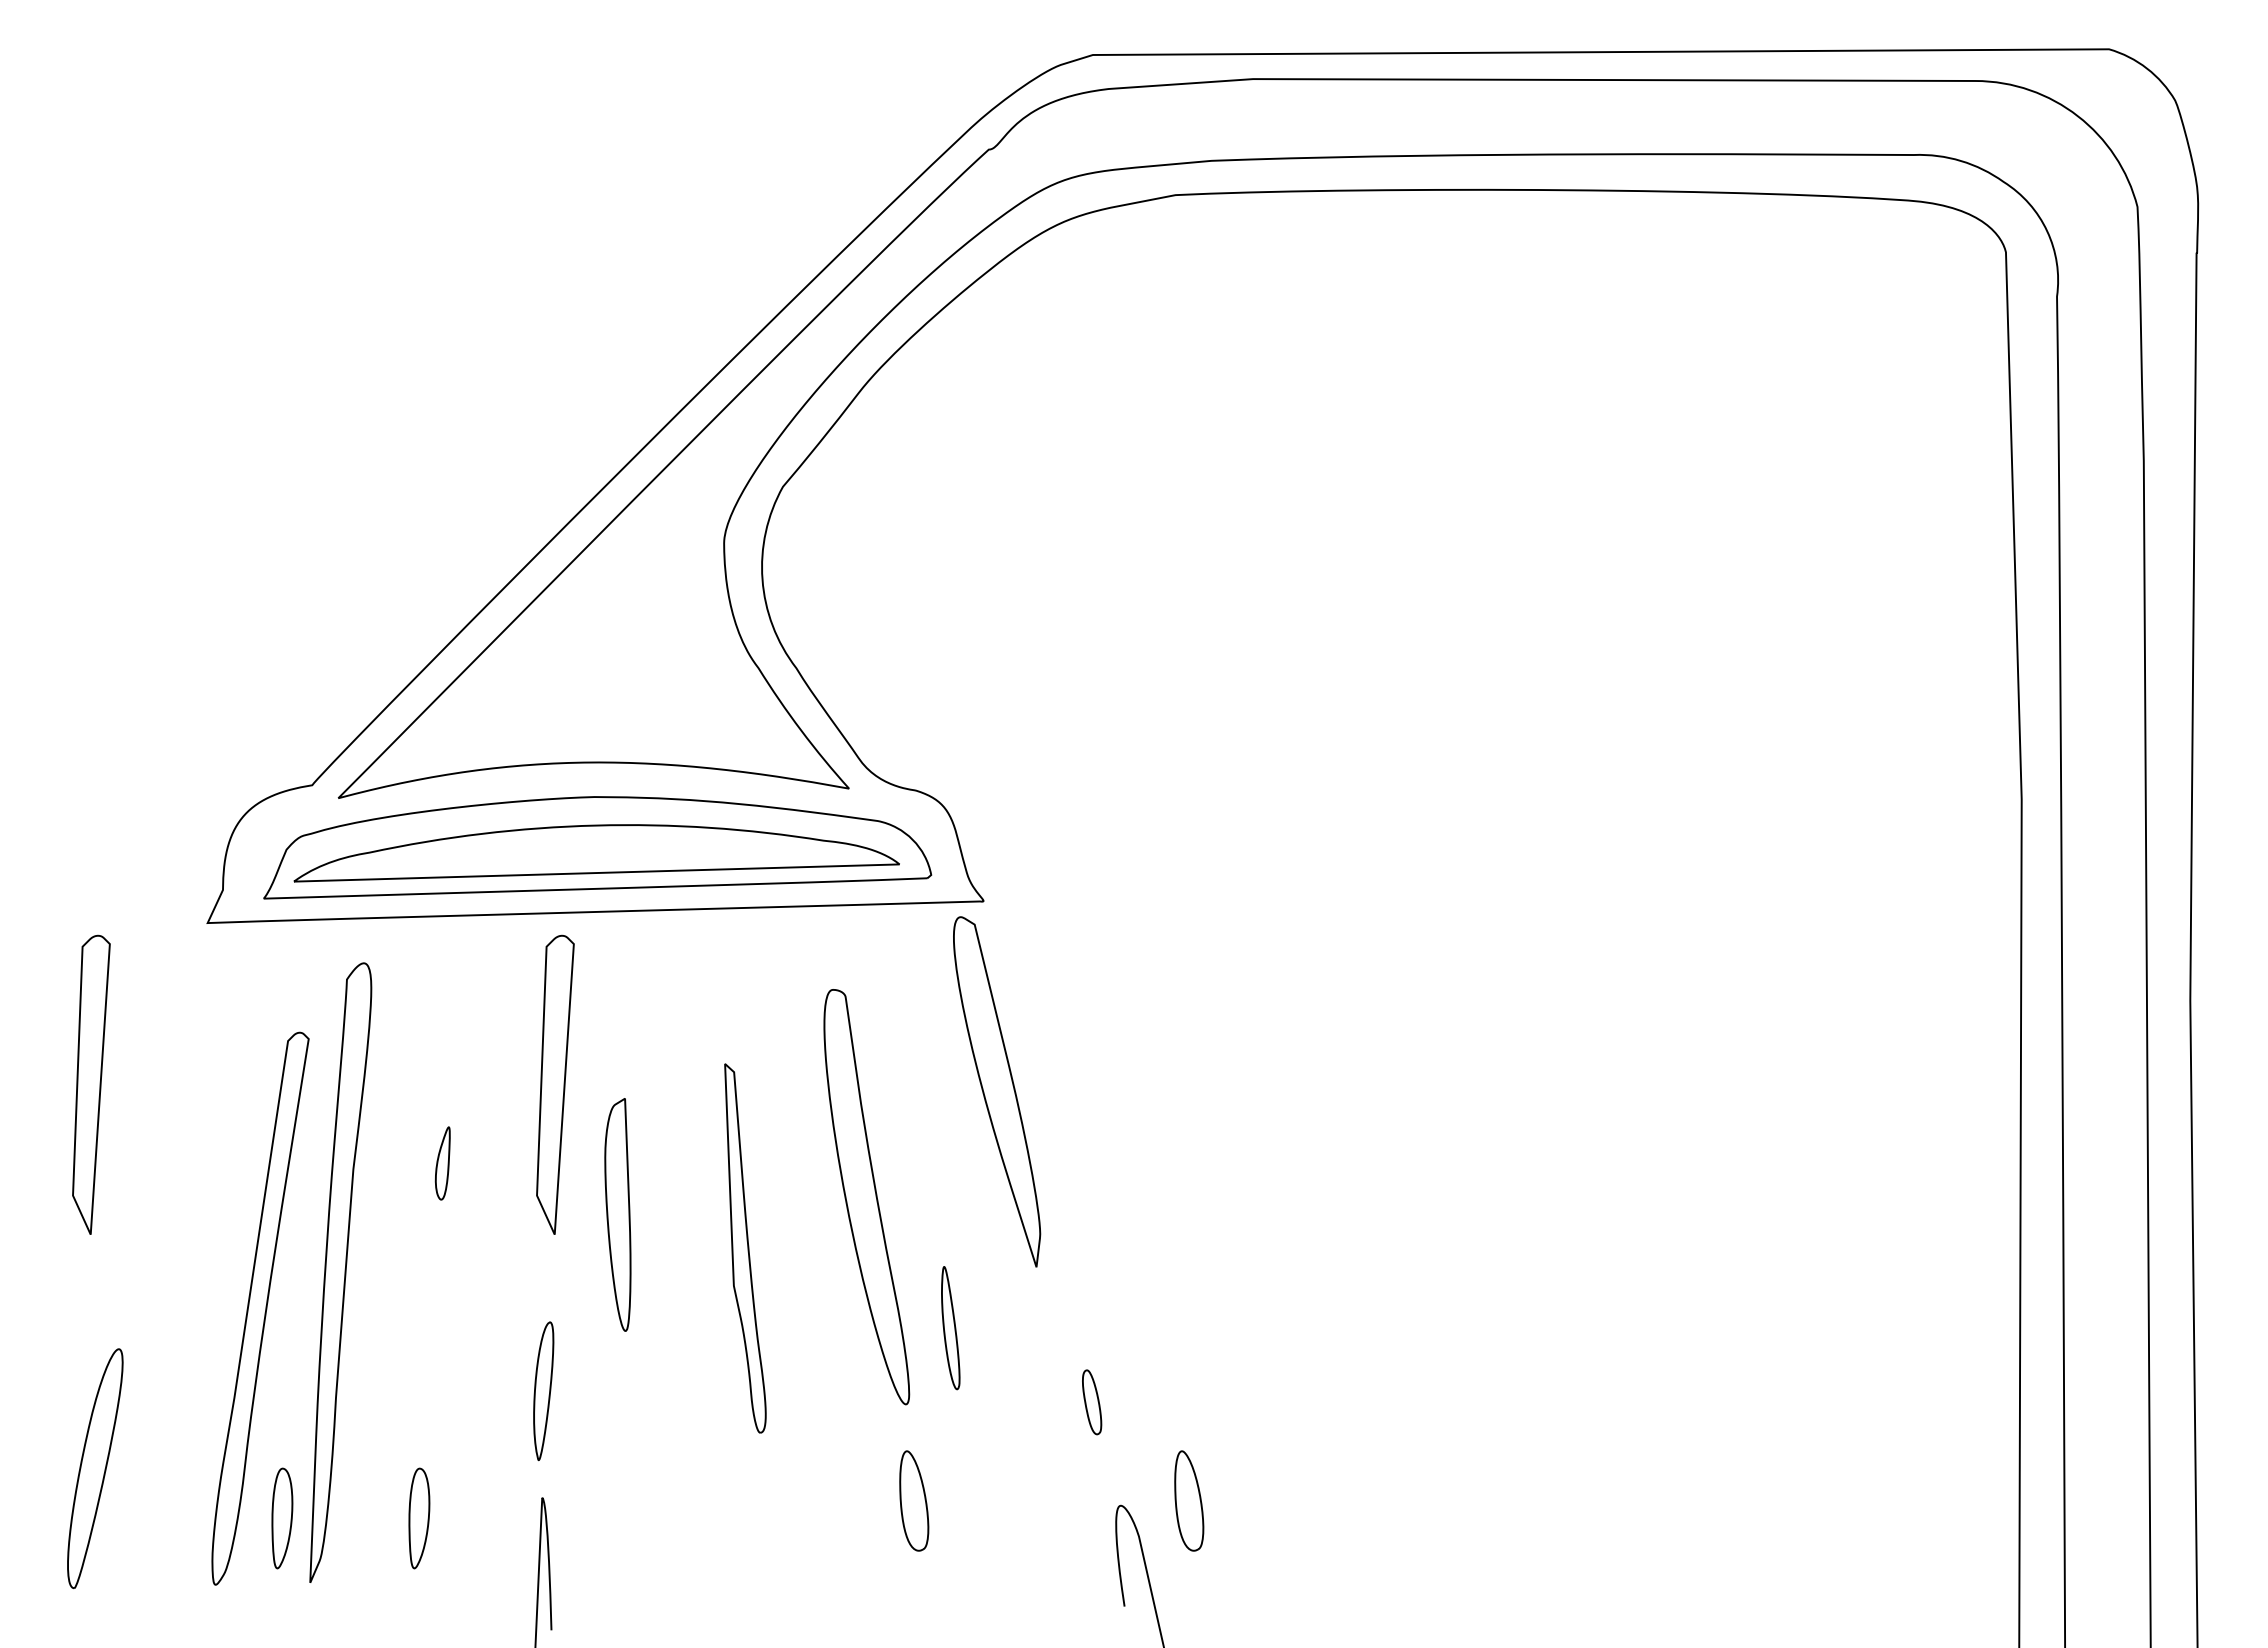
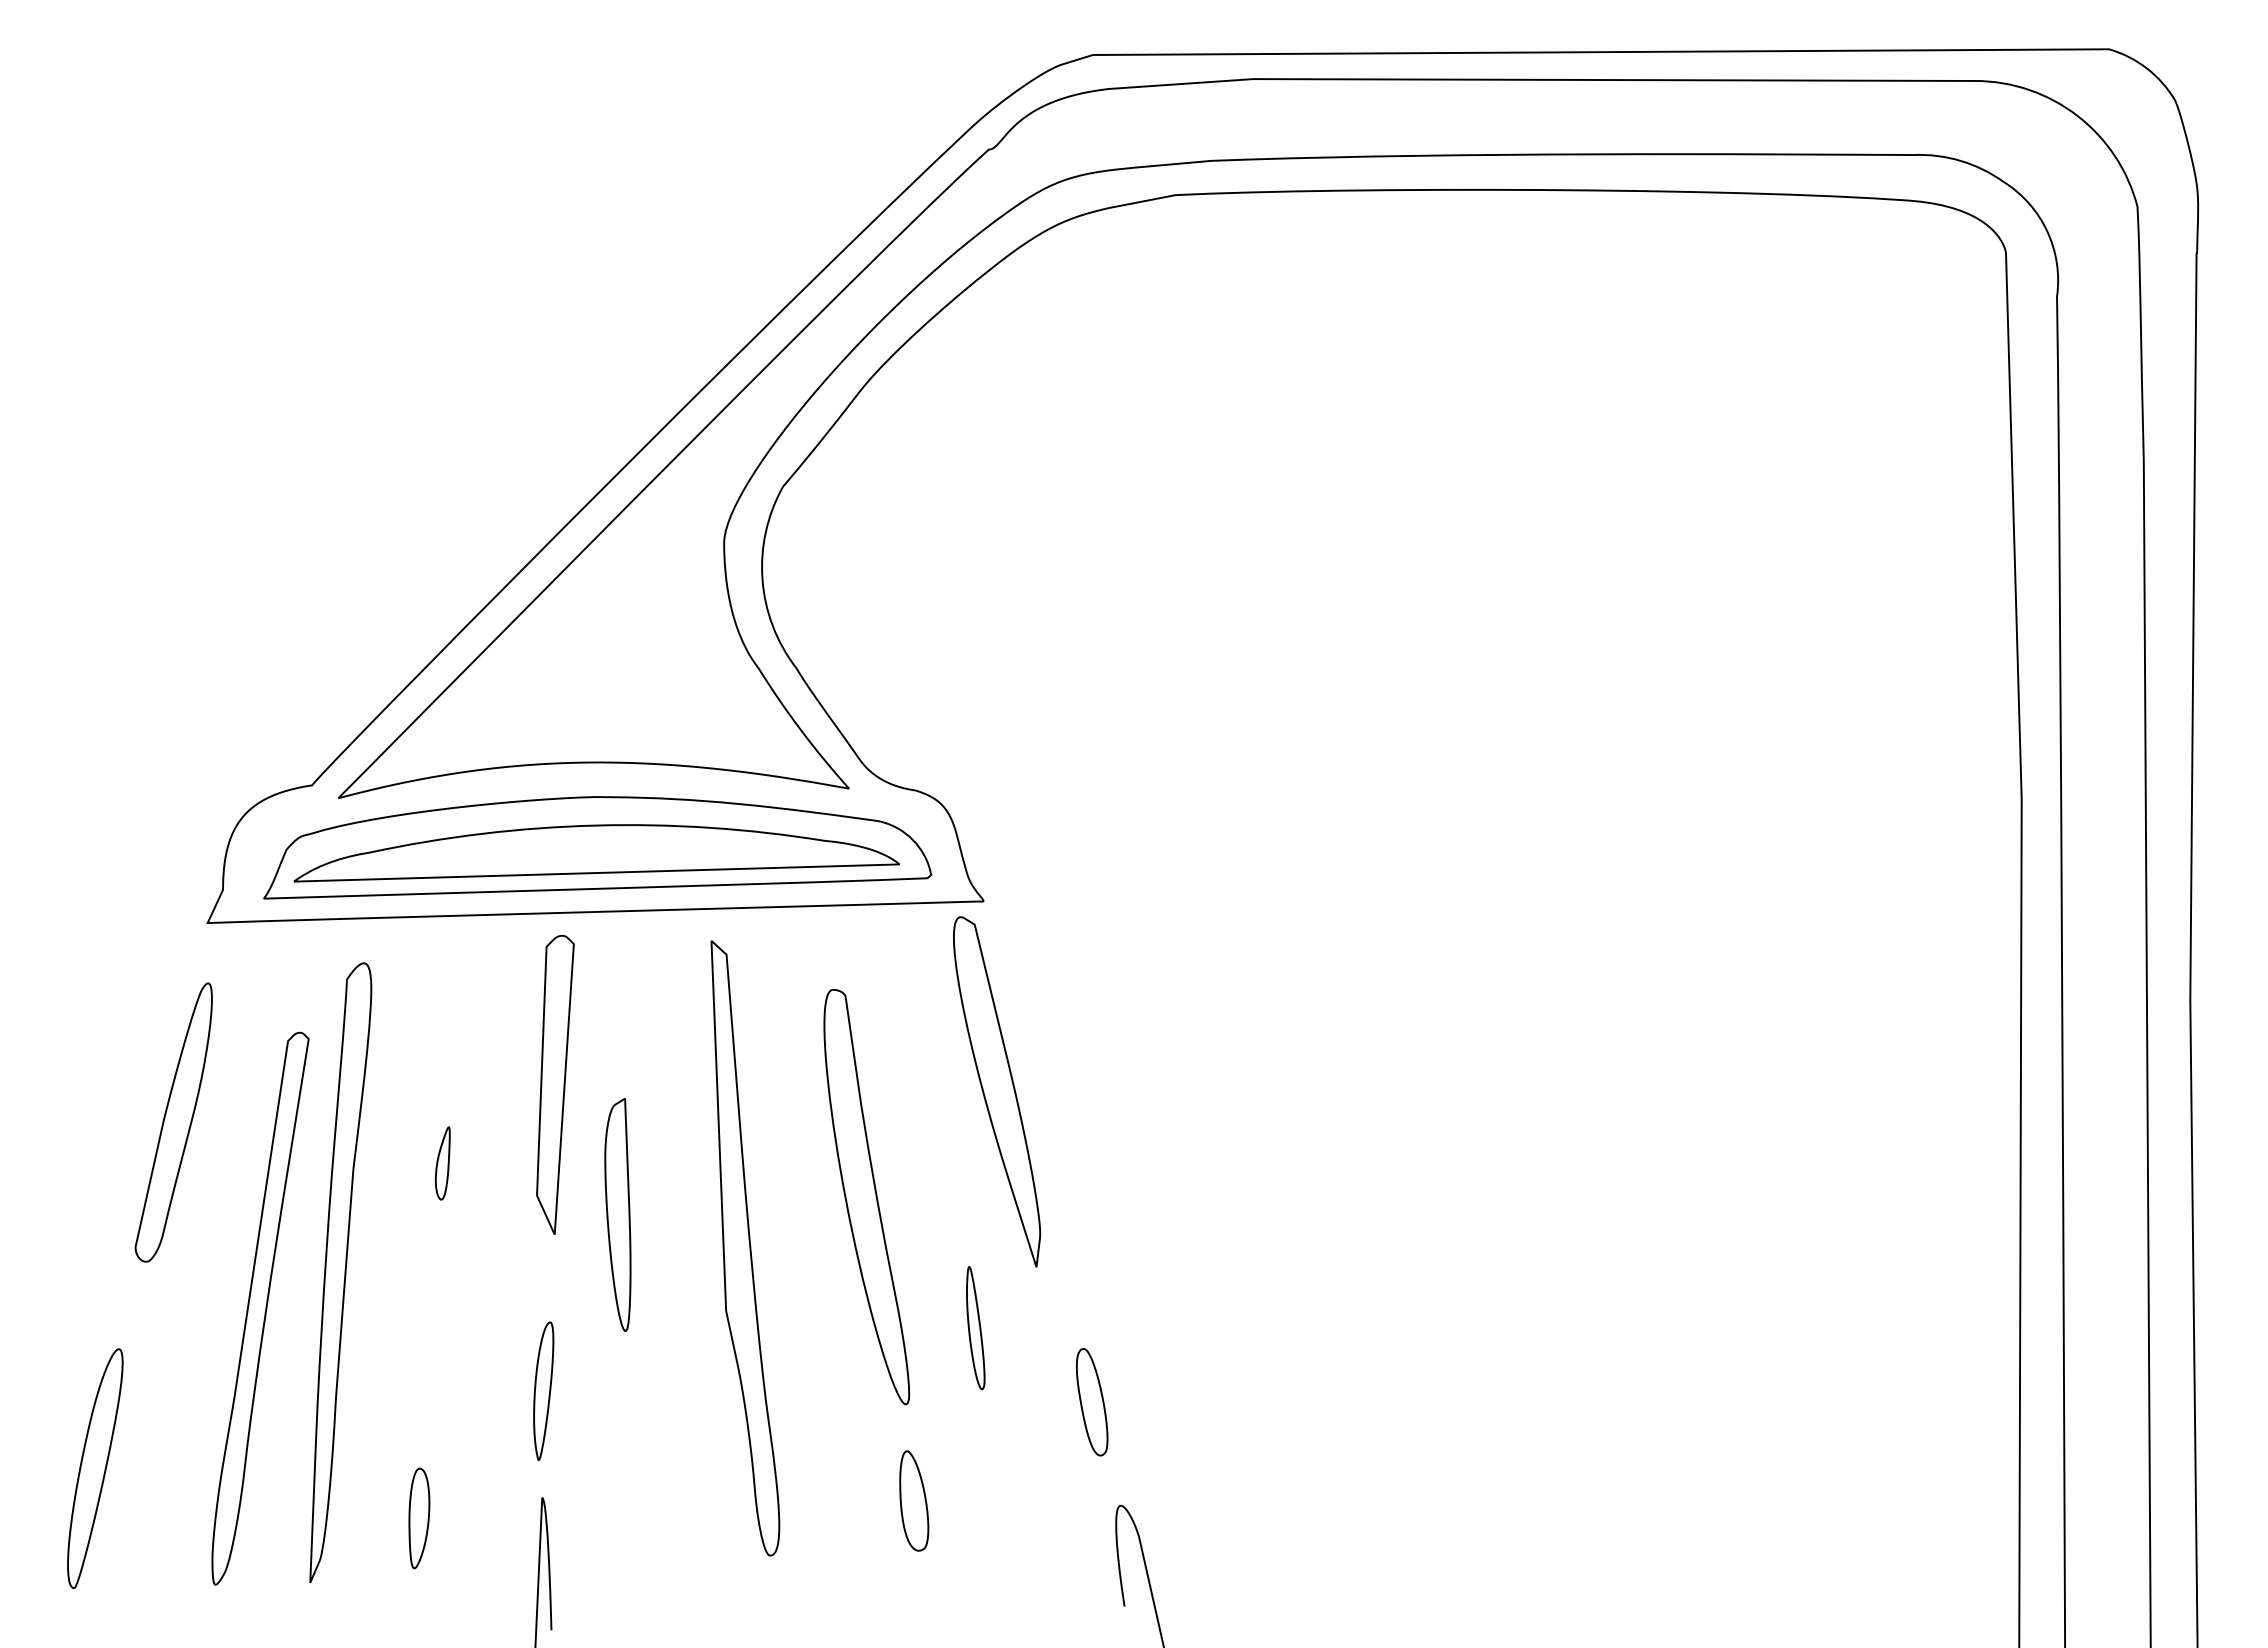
part at (91, 1084): present -> none
part at (173, 1122): none -> present
part at (745, 1248) size: 43x371 px -> 71x617 px
part at (950, 1328) position: (950, 1328) -> (975, 1328)
part at (1092, 1402) size: 21x67 px -> 34x109 px
part at (1189, 1500): present -> none
part at (282, 1518): present -> none
